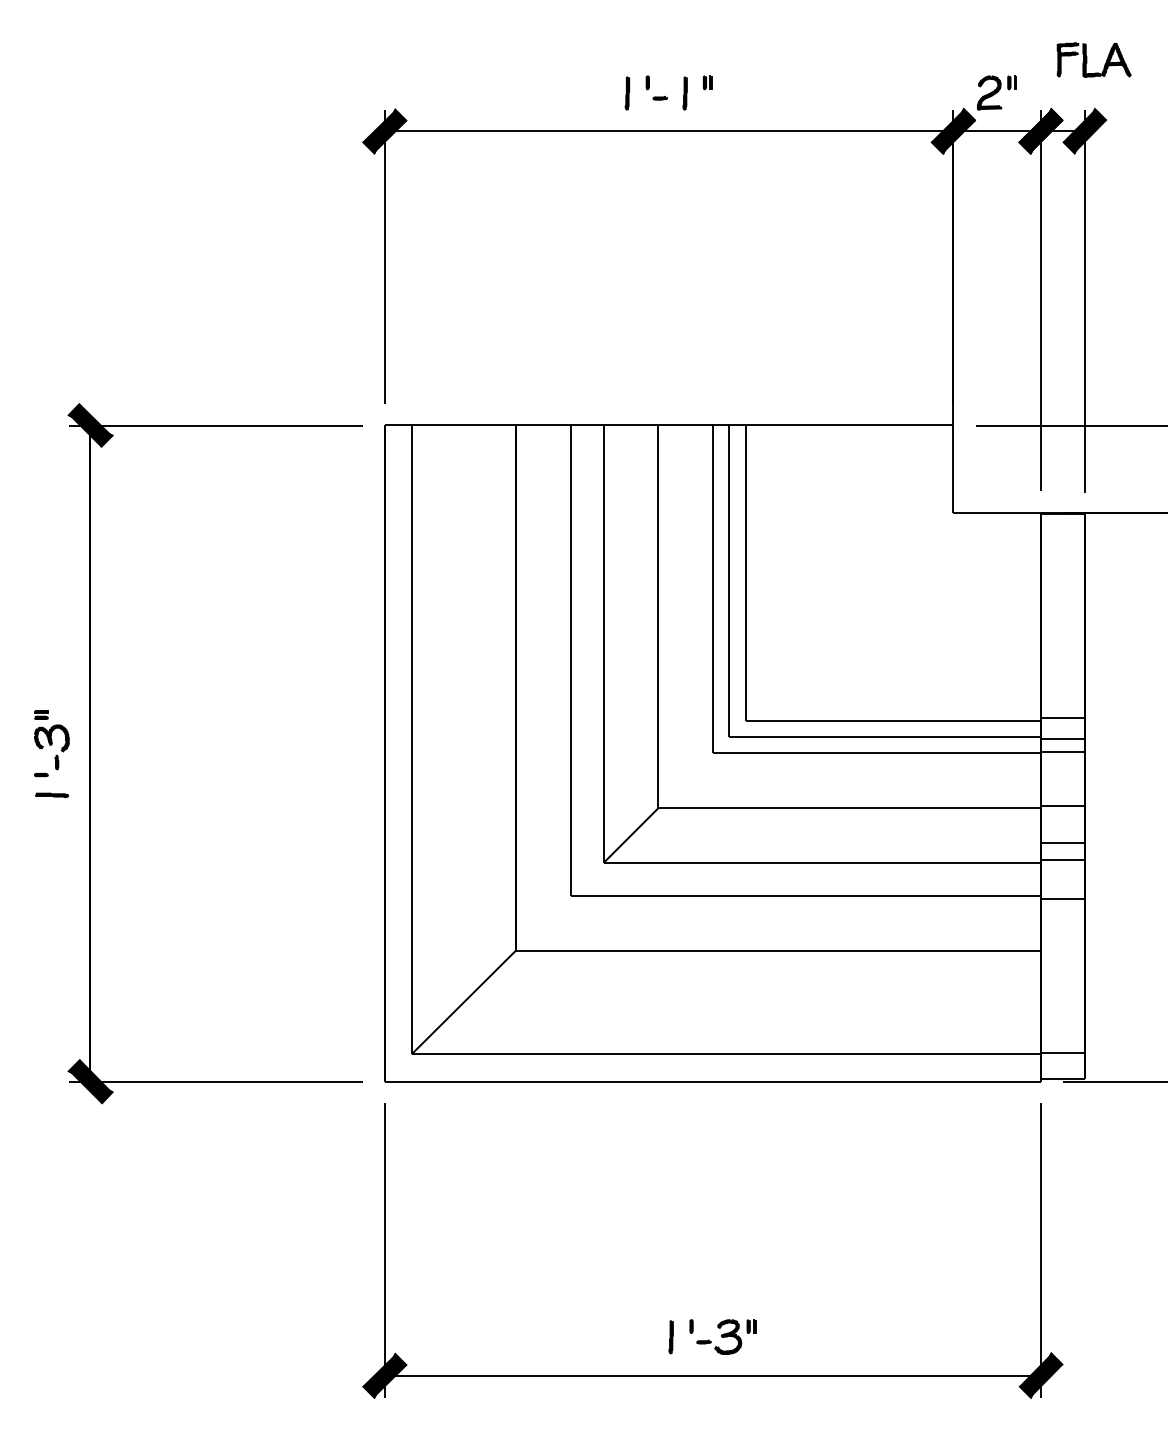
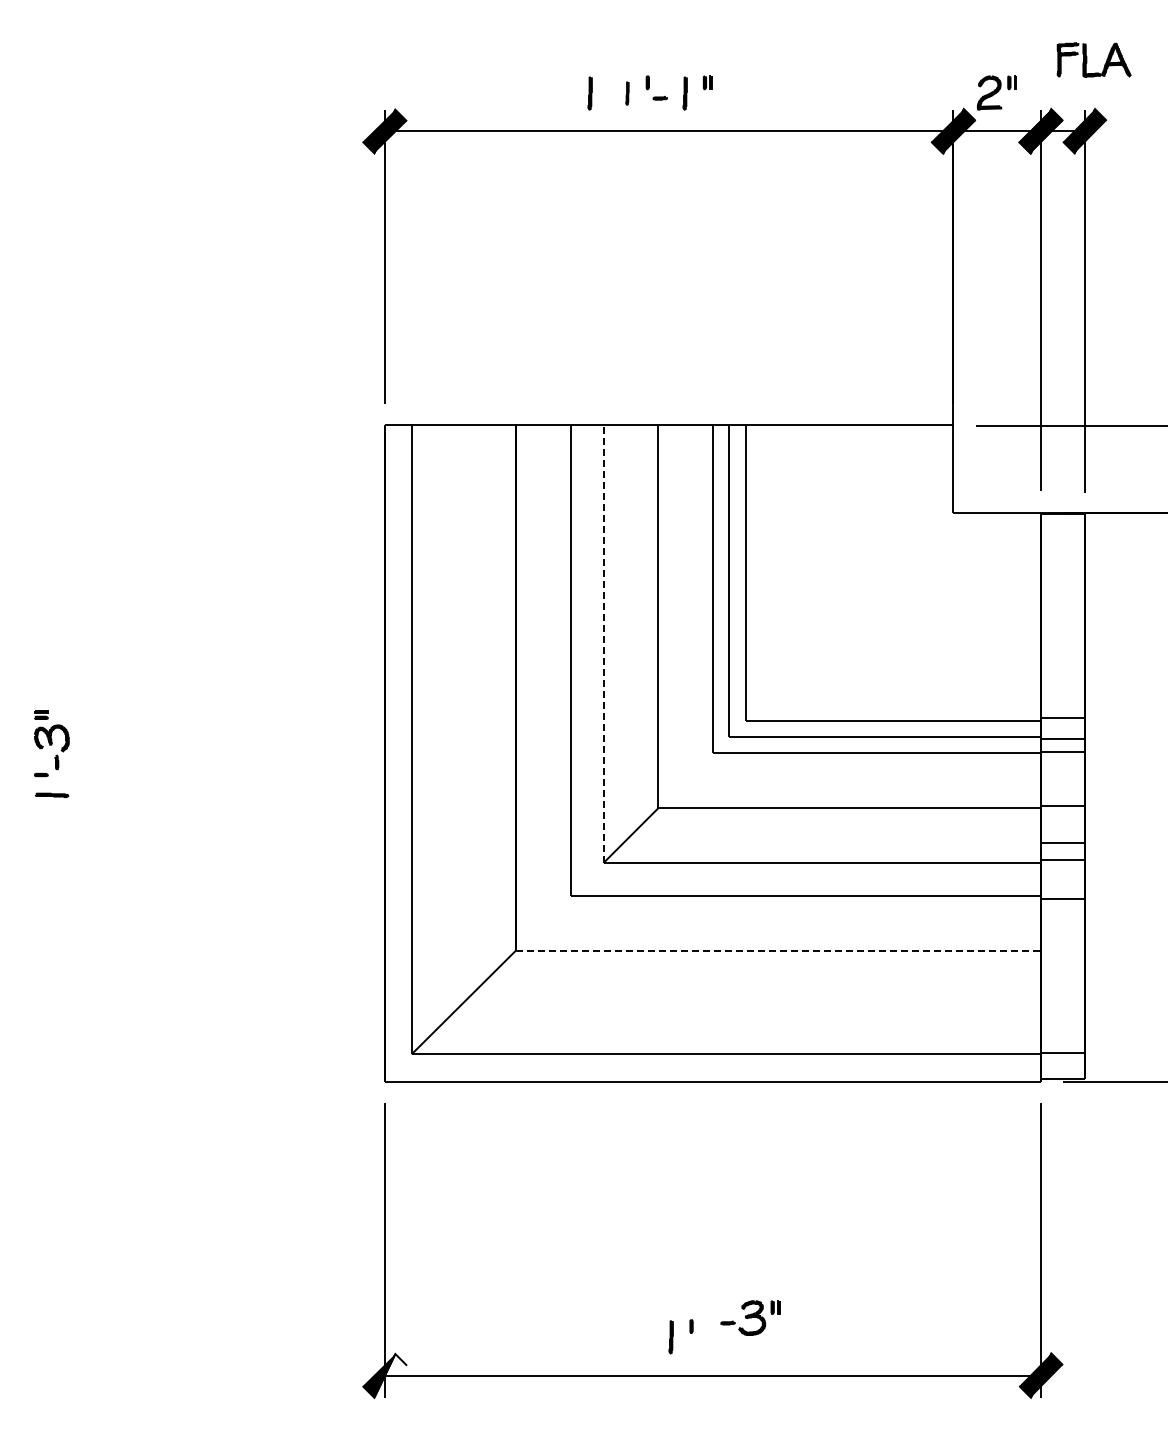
part at (589, 93): none -> present
part at (627, 93) size: 7x35 px -> 5x25 px
line at (603, 644): solid -> dashed
part at (90, 753): present -> none
line at (778, 950): solid -> dashed
part at (726, 1336) position: (726, 1336) -> (750, 1317)
fill at (390, 1375): present -> none
